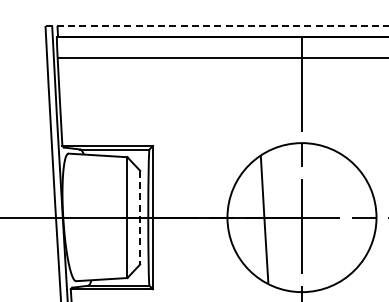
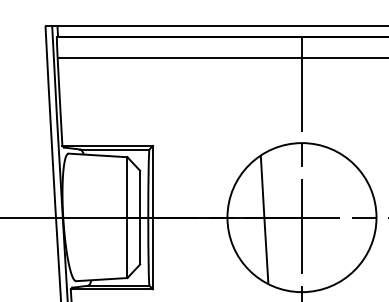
line at (217, 26): dashed -> solid
line at (140, 217): dashed -> solid
